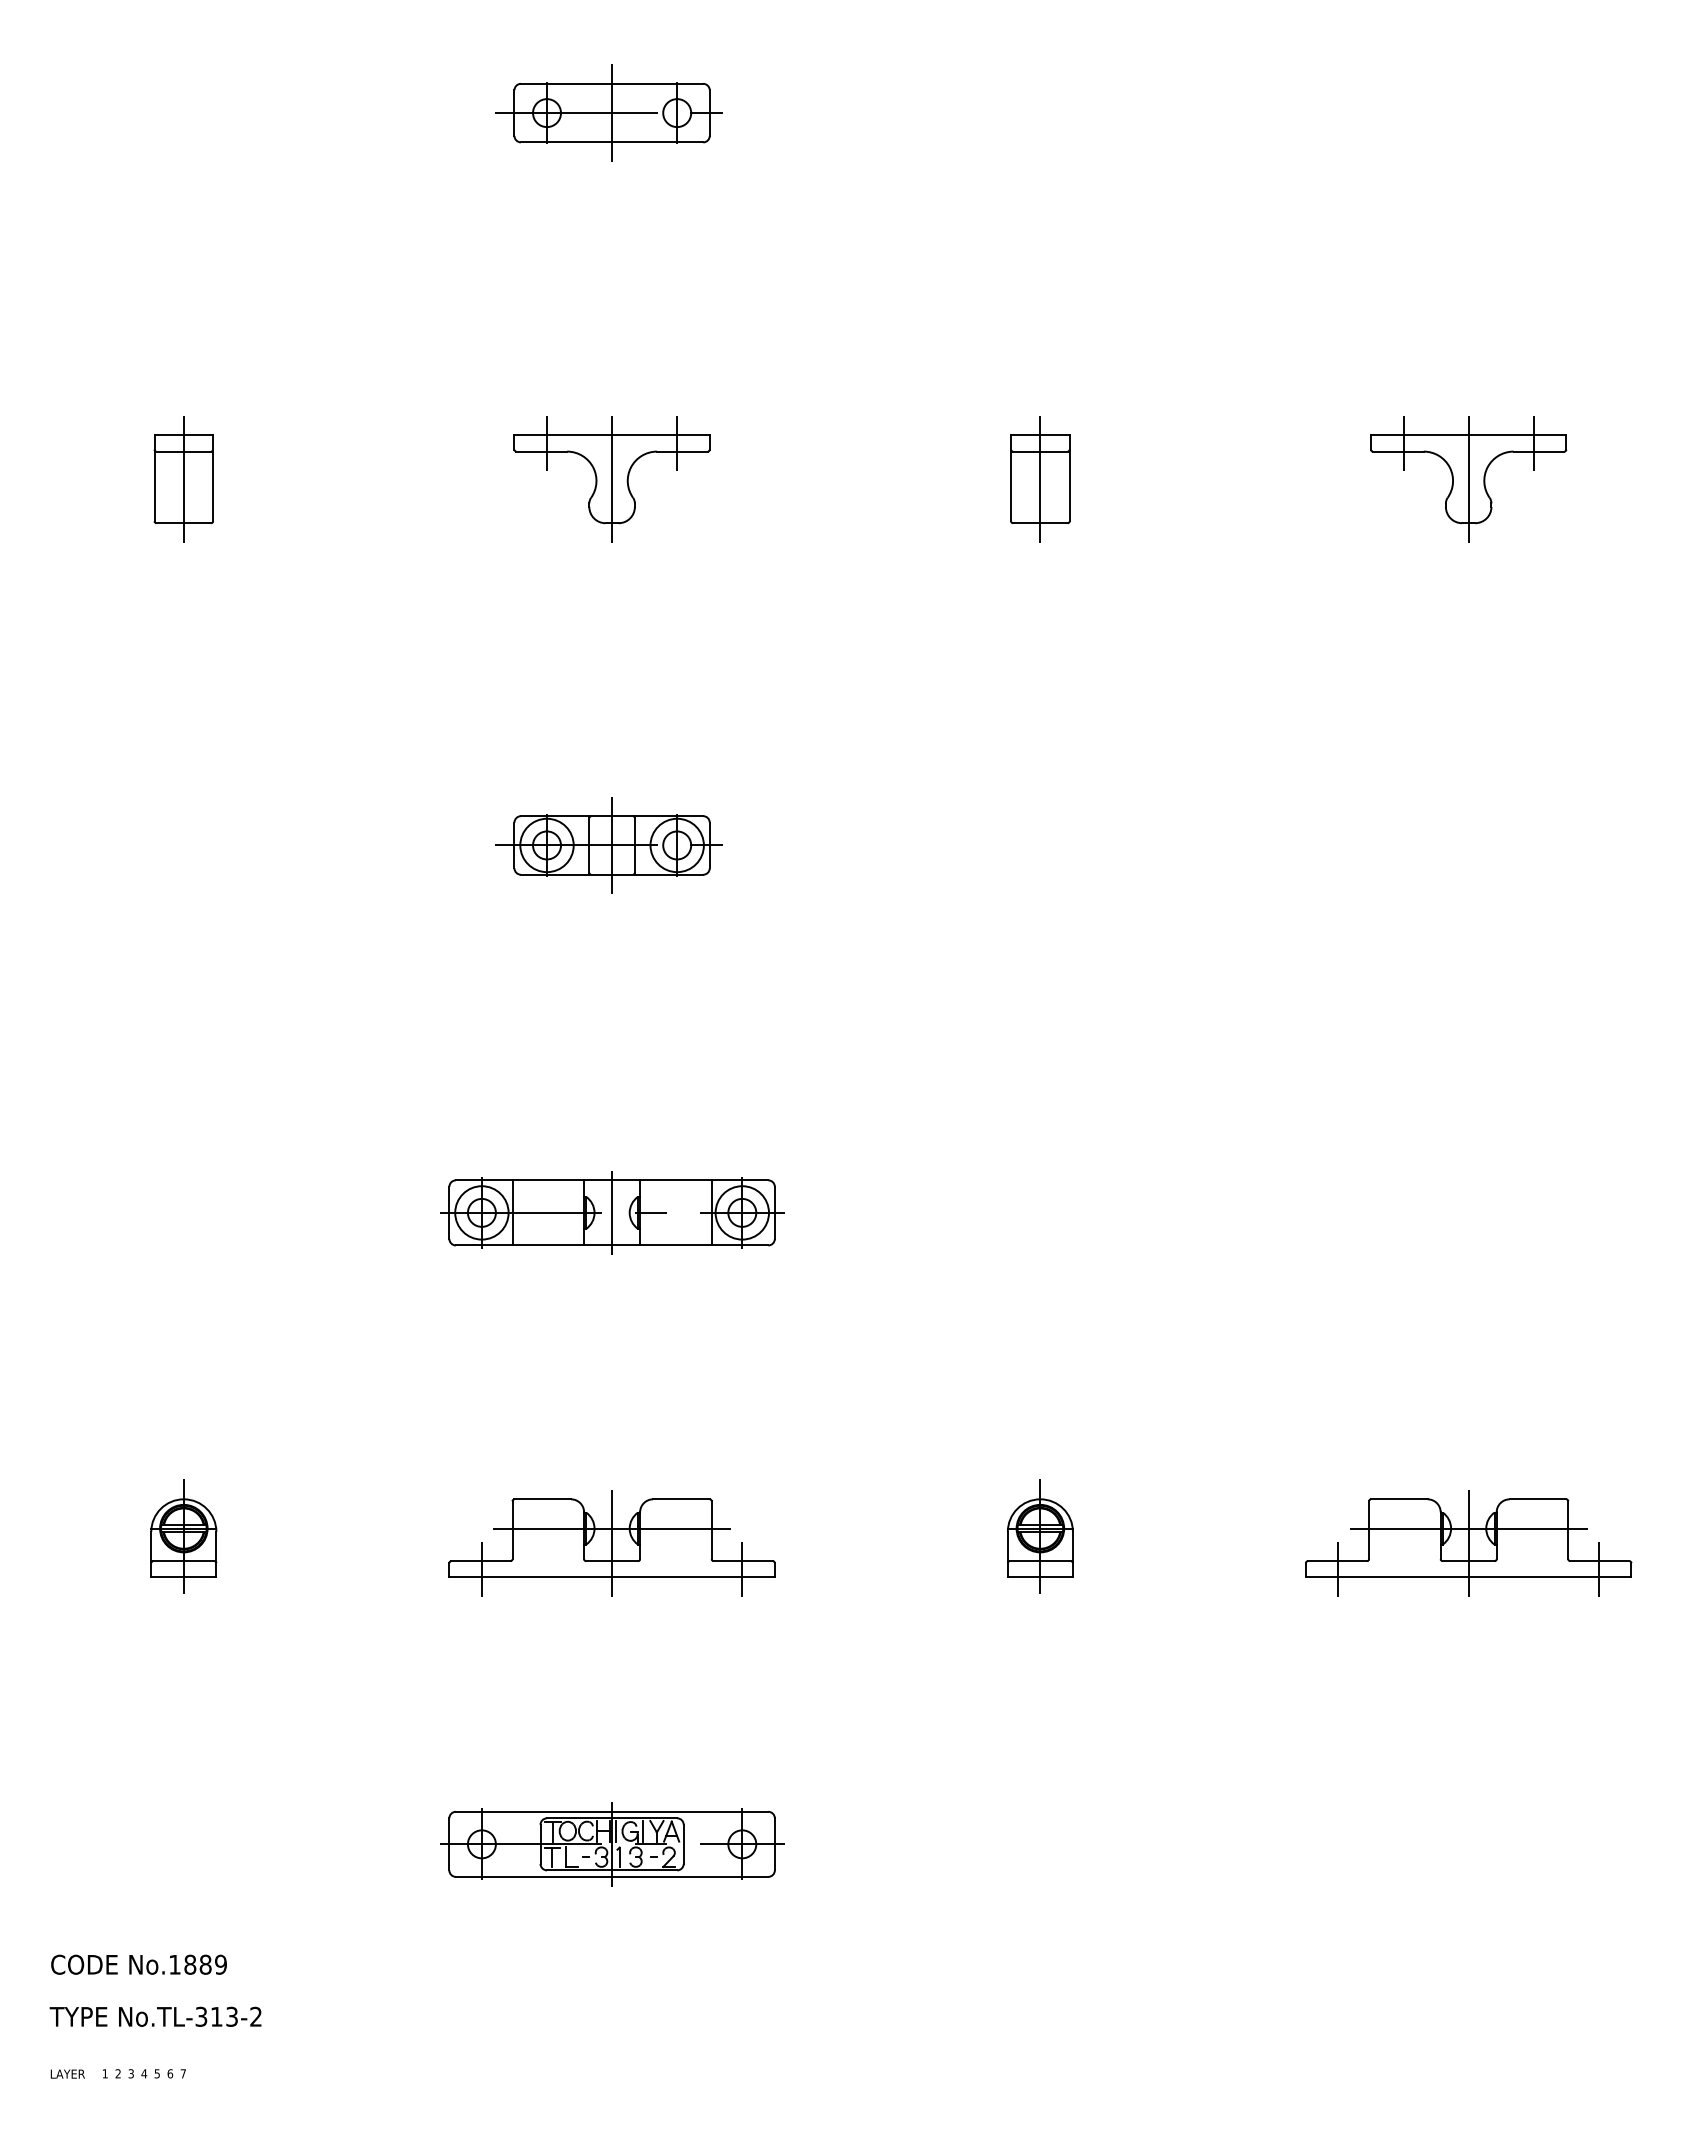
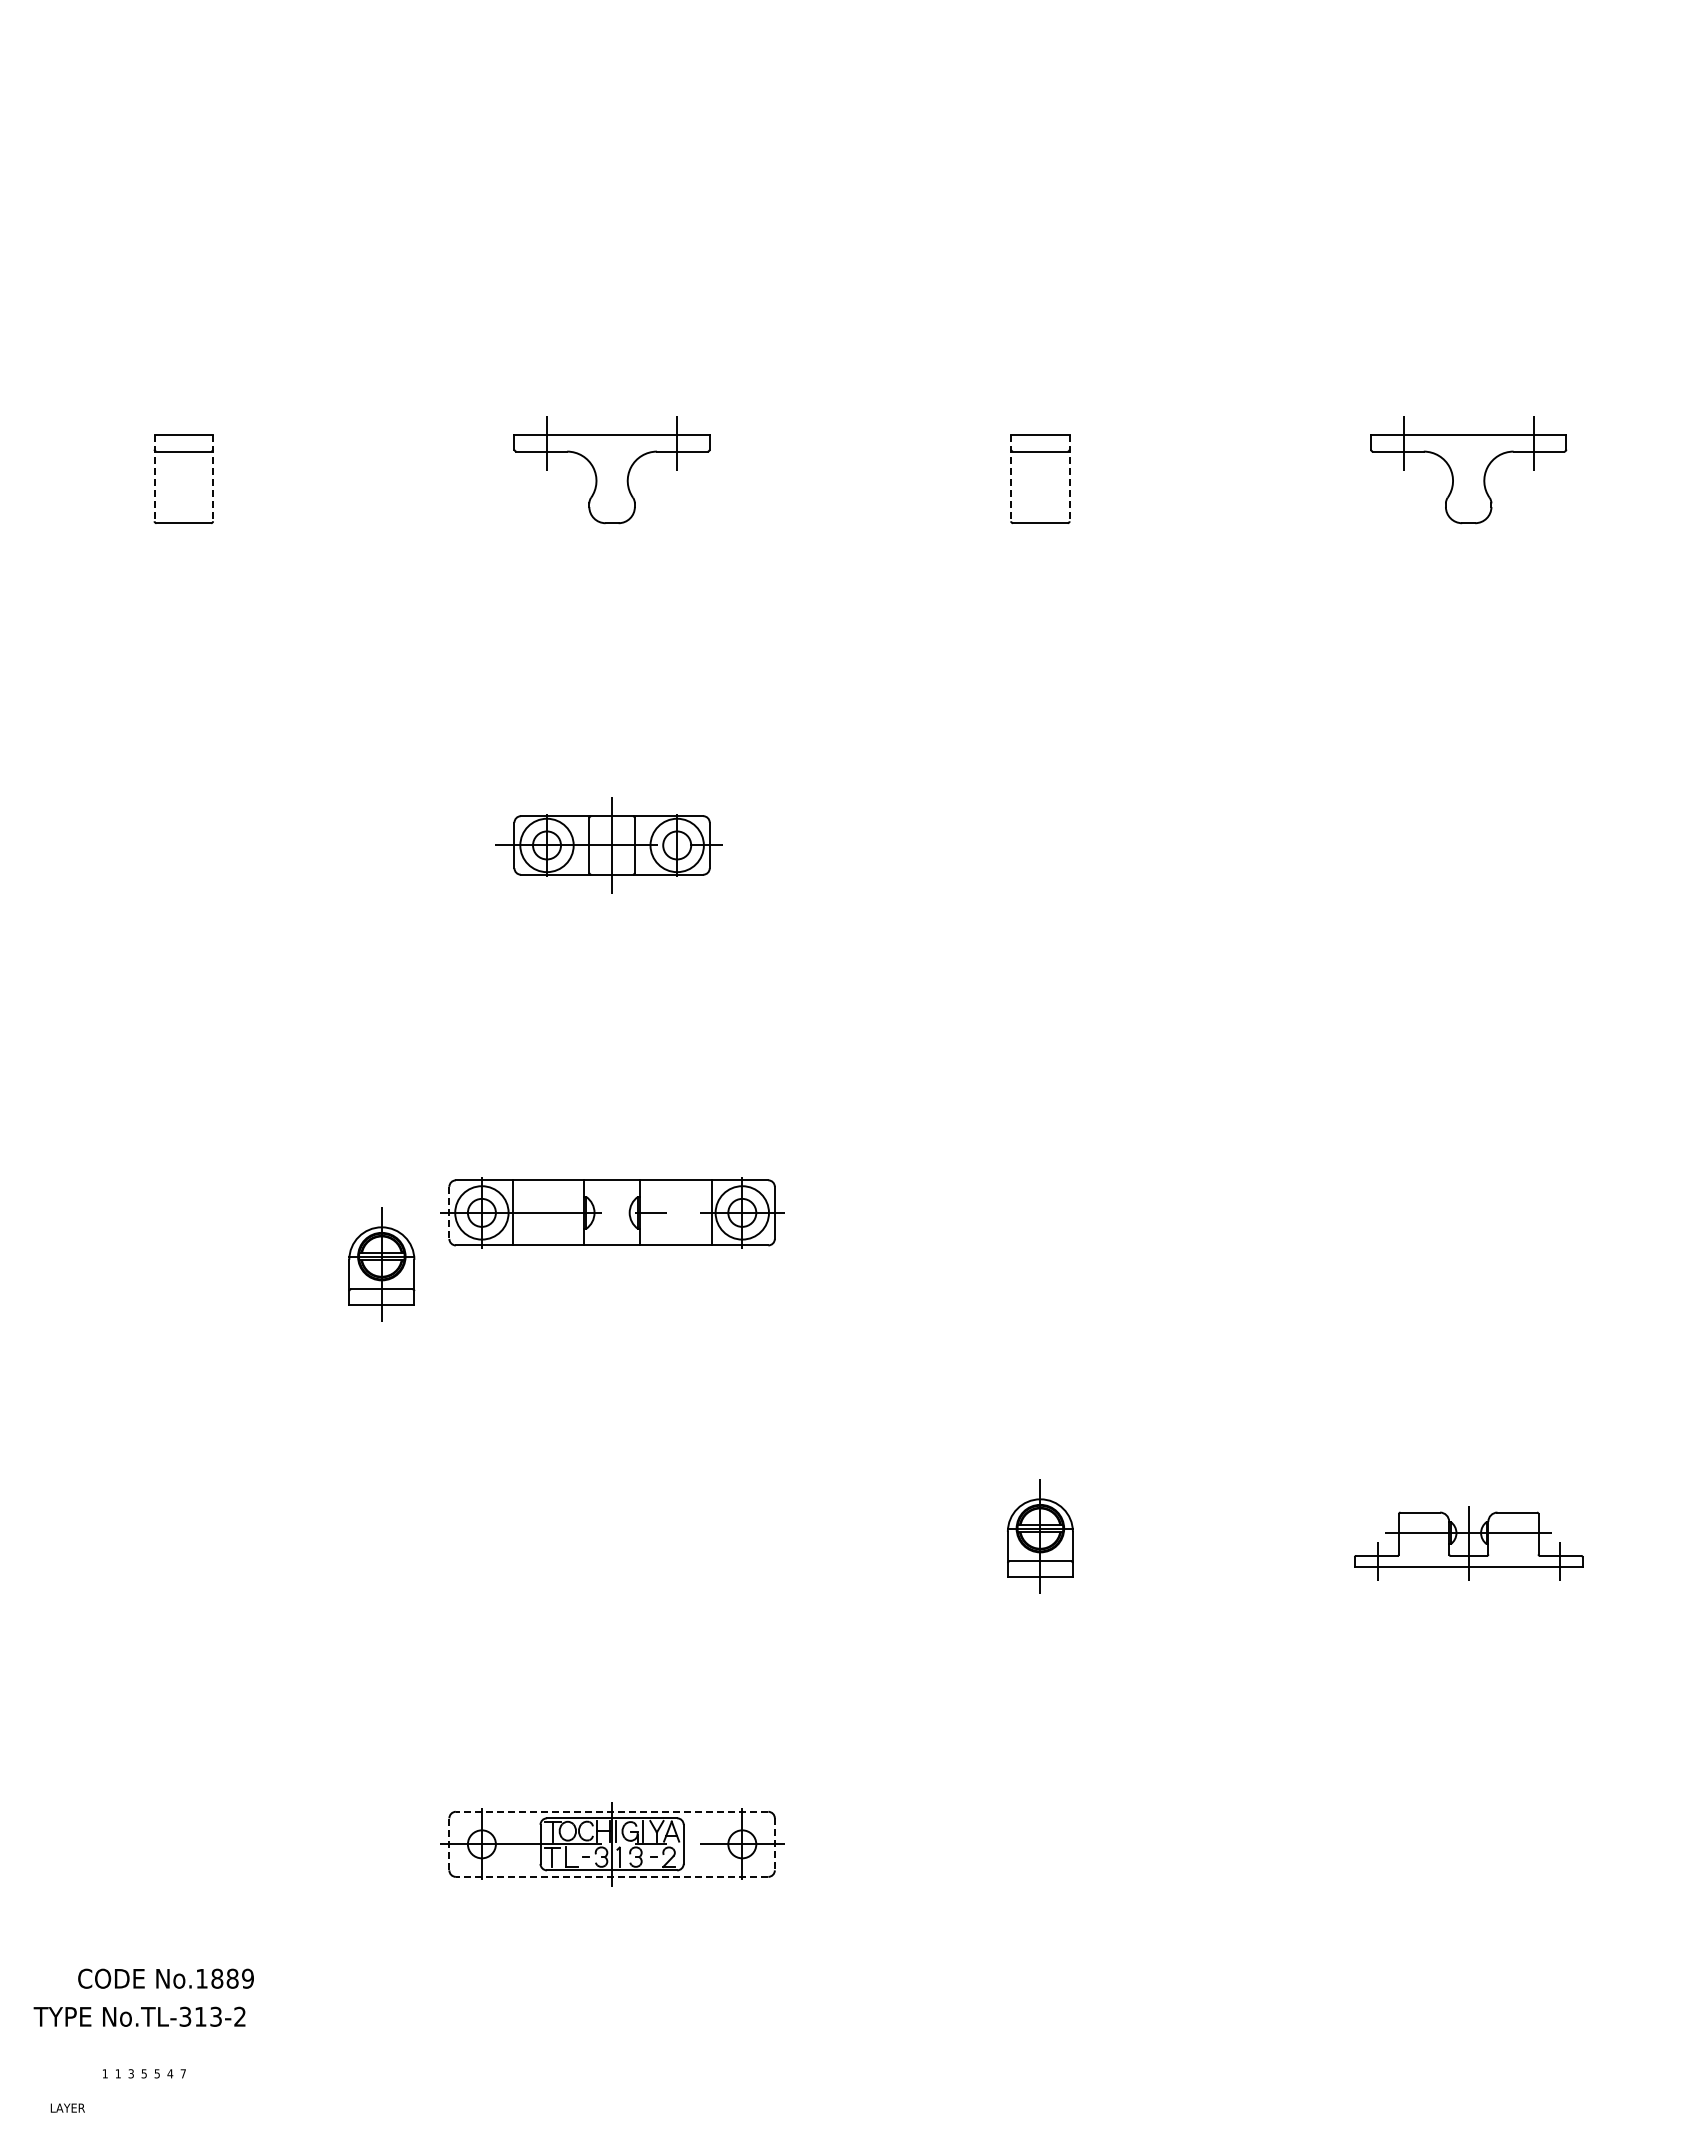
part at (608, 112): present -> none
line at (154, 478): solid -> dashed
line at (183, 478): present -> none
line at (213, 478): solid -> dashed
line at (612, 478): present -> none
line at (1011, 478): solid -> dashed
line at (1040, 478): present -> none
line at (1069, 478): solid -> dashed
line at (1468, 478): present -> none
line at (612, 1212): present -> none
line at (449, 1213): solid -> dashed
part at (183, 1536) position: (183, 1536) -> (381, 1264)
part at (611, 1543): present -> none
part at (1468, 1543) size: 328x107 px -> 230x75 px
line at (611, 1811): solid -> dashed
line at (449, 1843): solid -> dashed
line at (774, 1844): solid -> dashed
line at (611, 1876): solid -> dashed
text at (138, 1964) position: (138, 1964) -> (165, 1978)
text at (155, 2016) position: (155, 2016) -> (139, 2016)
text at (67, 2073) position: (67, 2073) -> (67, 2107)
text at (117, 2073): 2 -> 1
text at (144, 2073): 4 -> 5
text at (169, 2073): 6 -> 4
